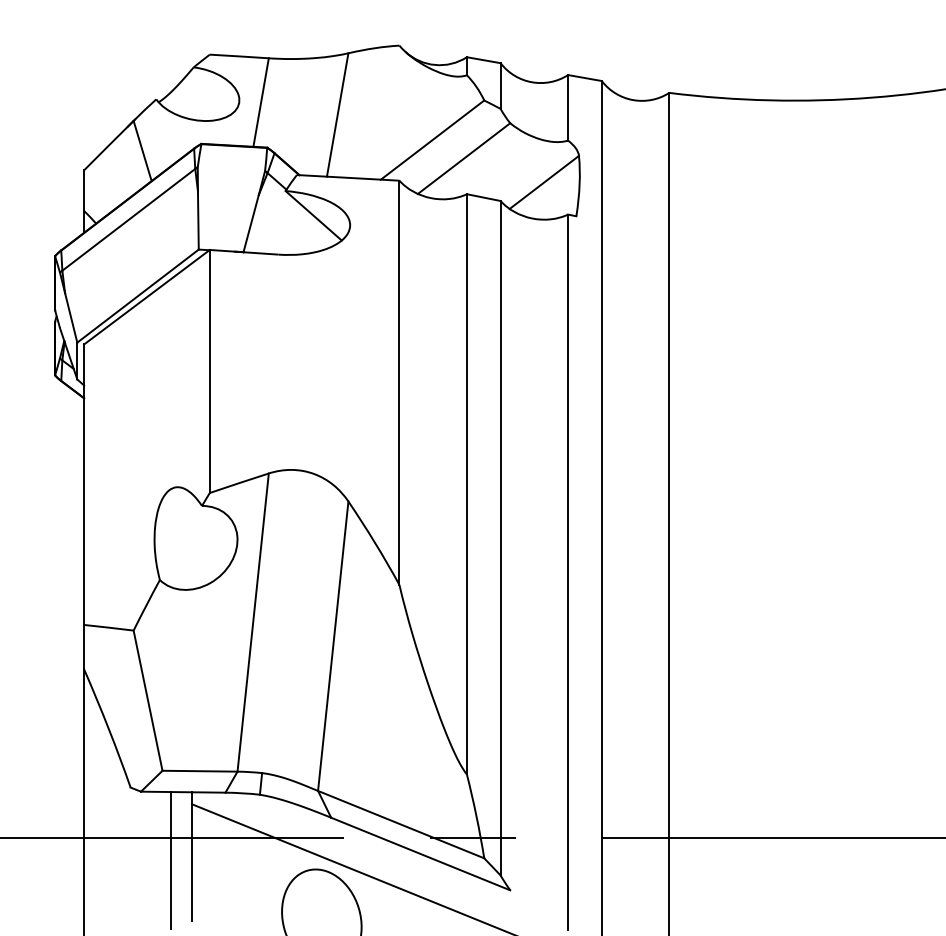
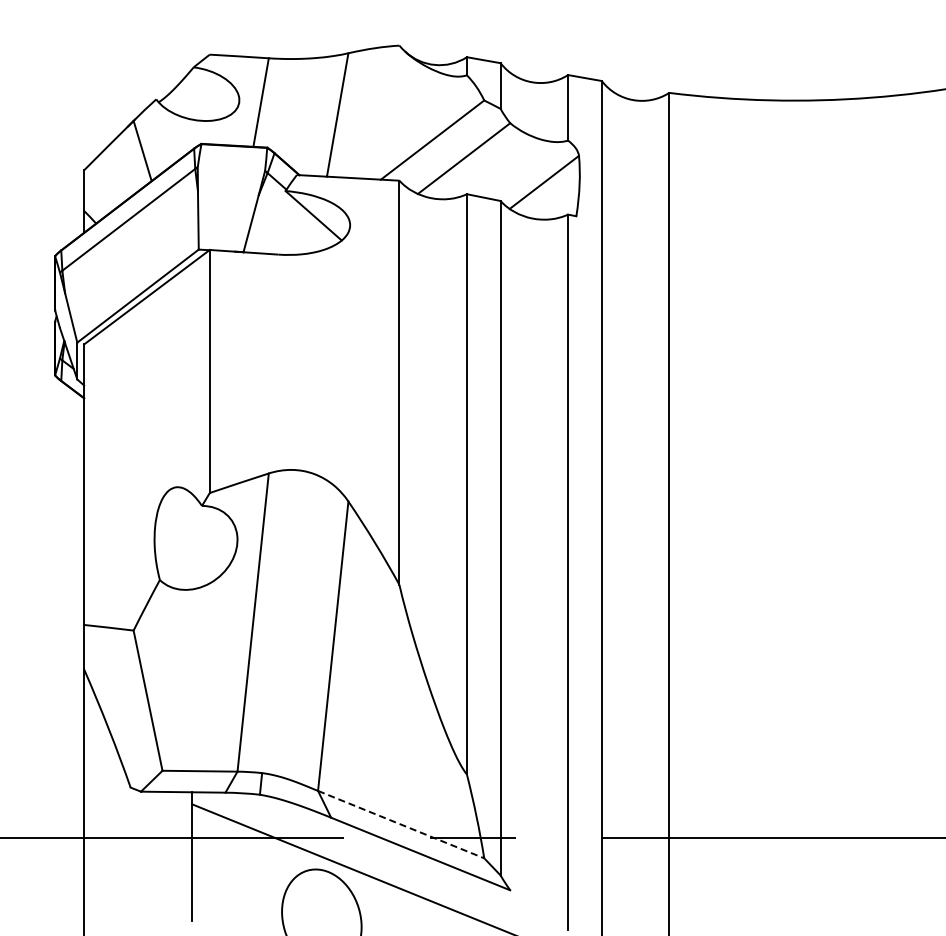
line at (401, 824): solid -> dashed
line at (171, 860): present -> none
